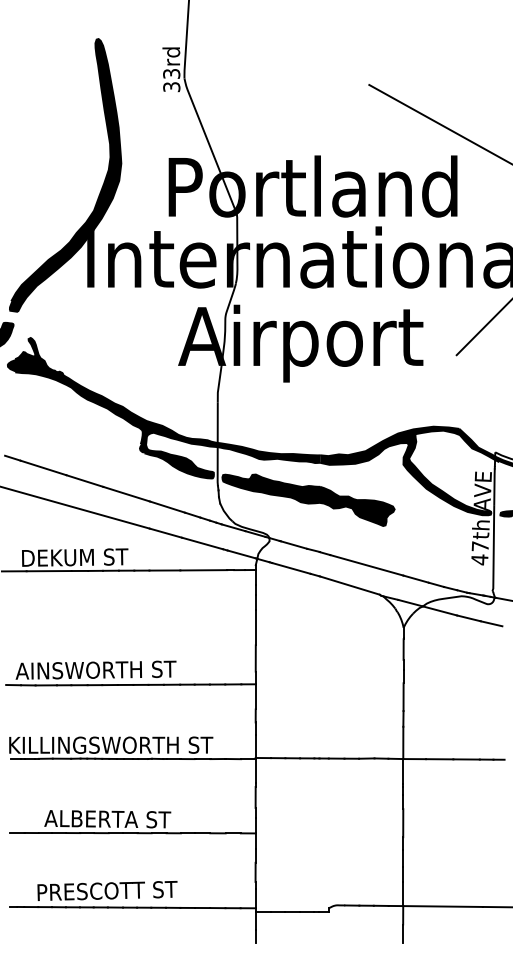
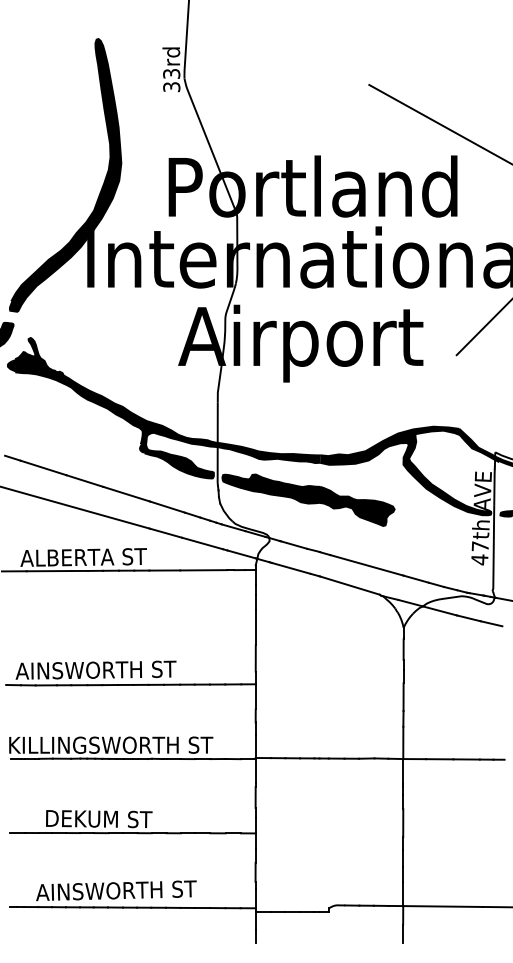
text at (83, 557): DEKUM ST -> ALBERTA ST
text at (107, 819): ALBERTA ST -> DEKUM ST
text at (116, 890): PRESCOTT ST -> AINSWORTH ST
